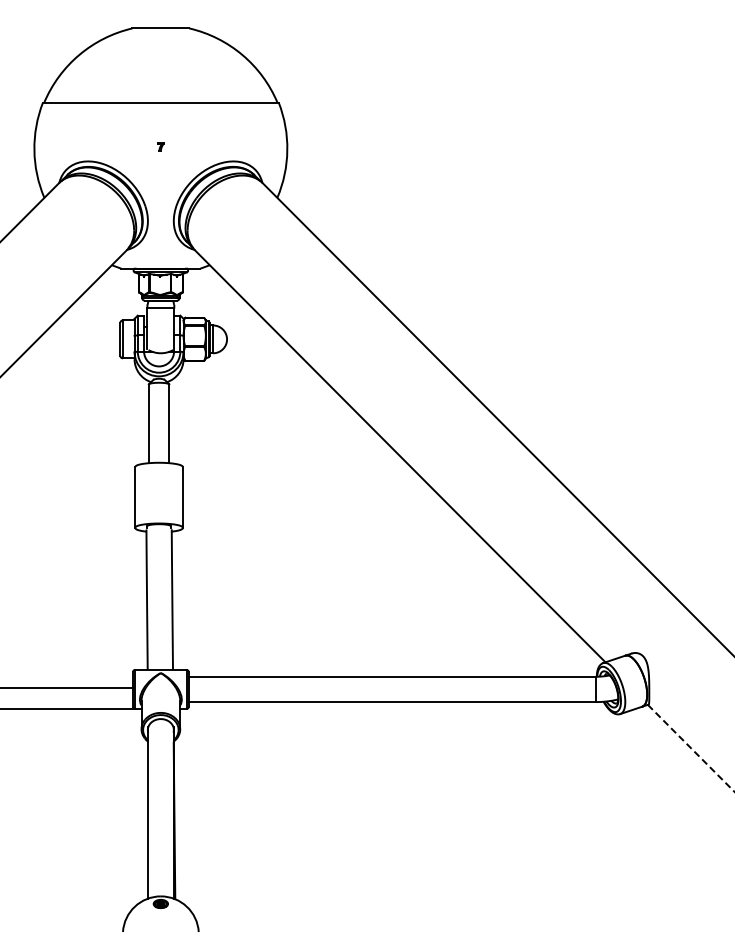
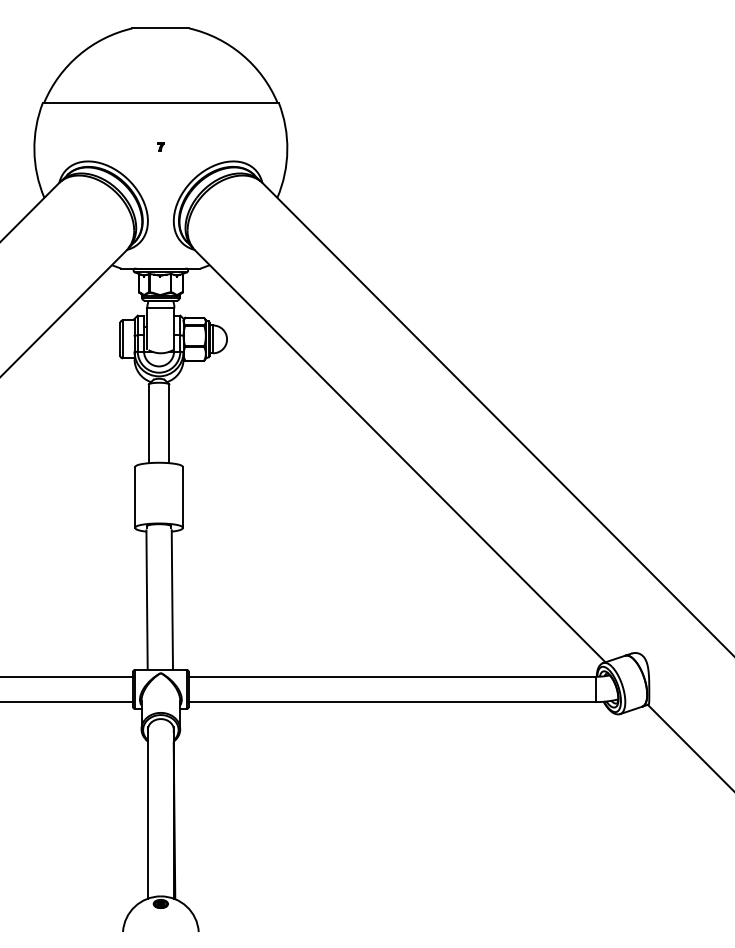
line at (67, 687) position: (67, 687) -> (67, 676)
line at (67, 709) position: (67, 709) -> (67, 702)
line at (691, 748): dashed -> solid
